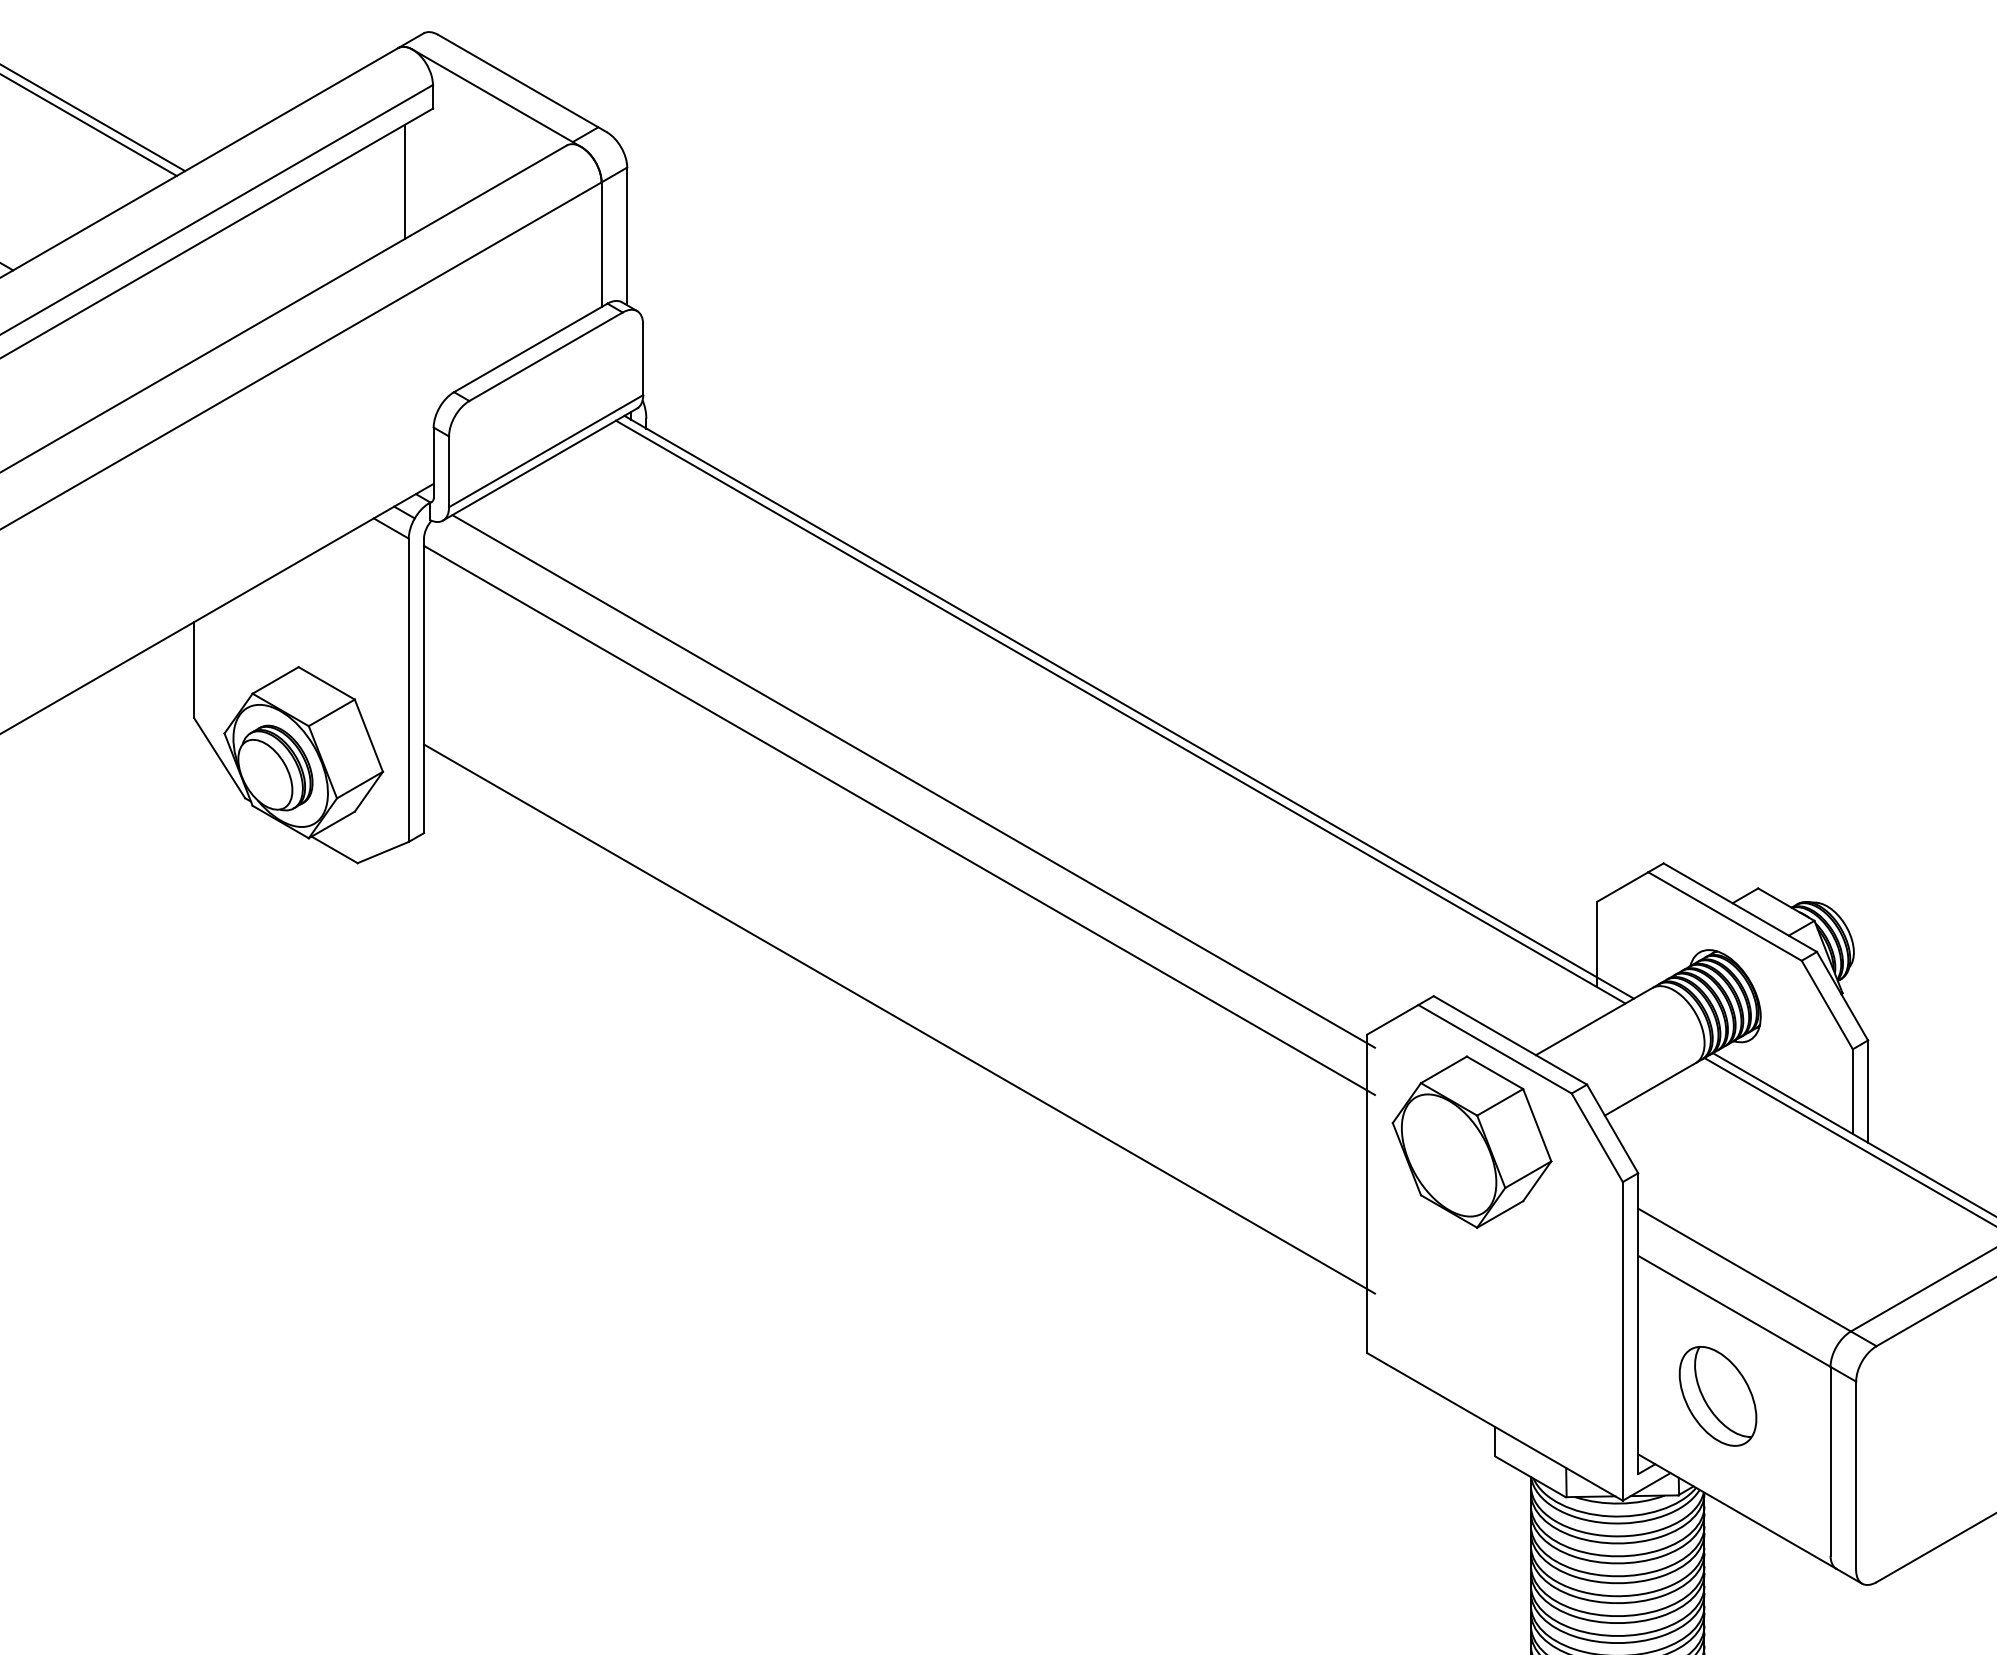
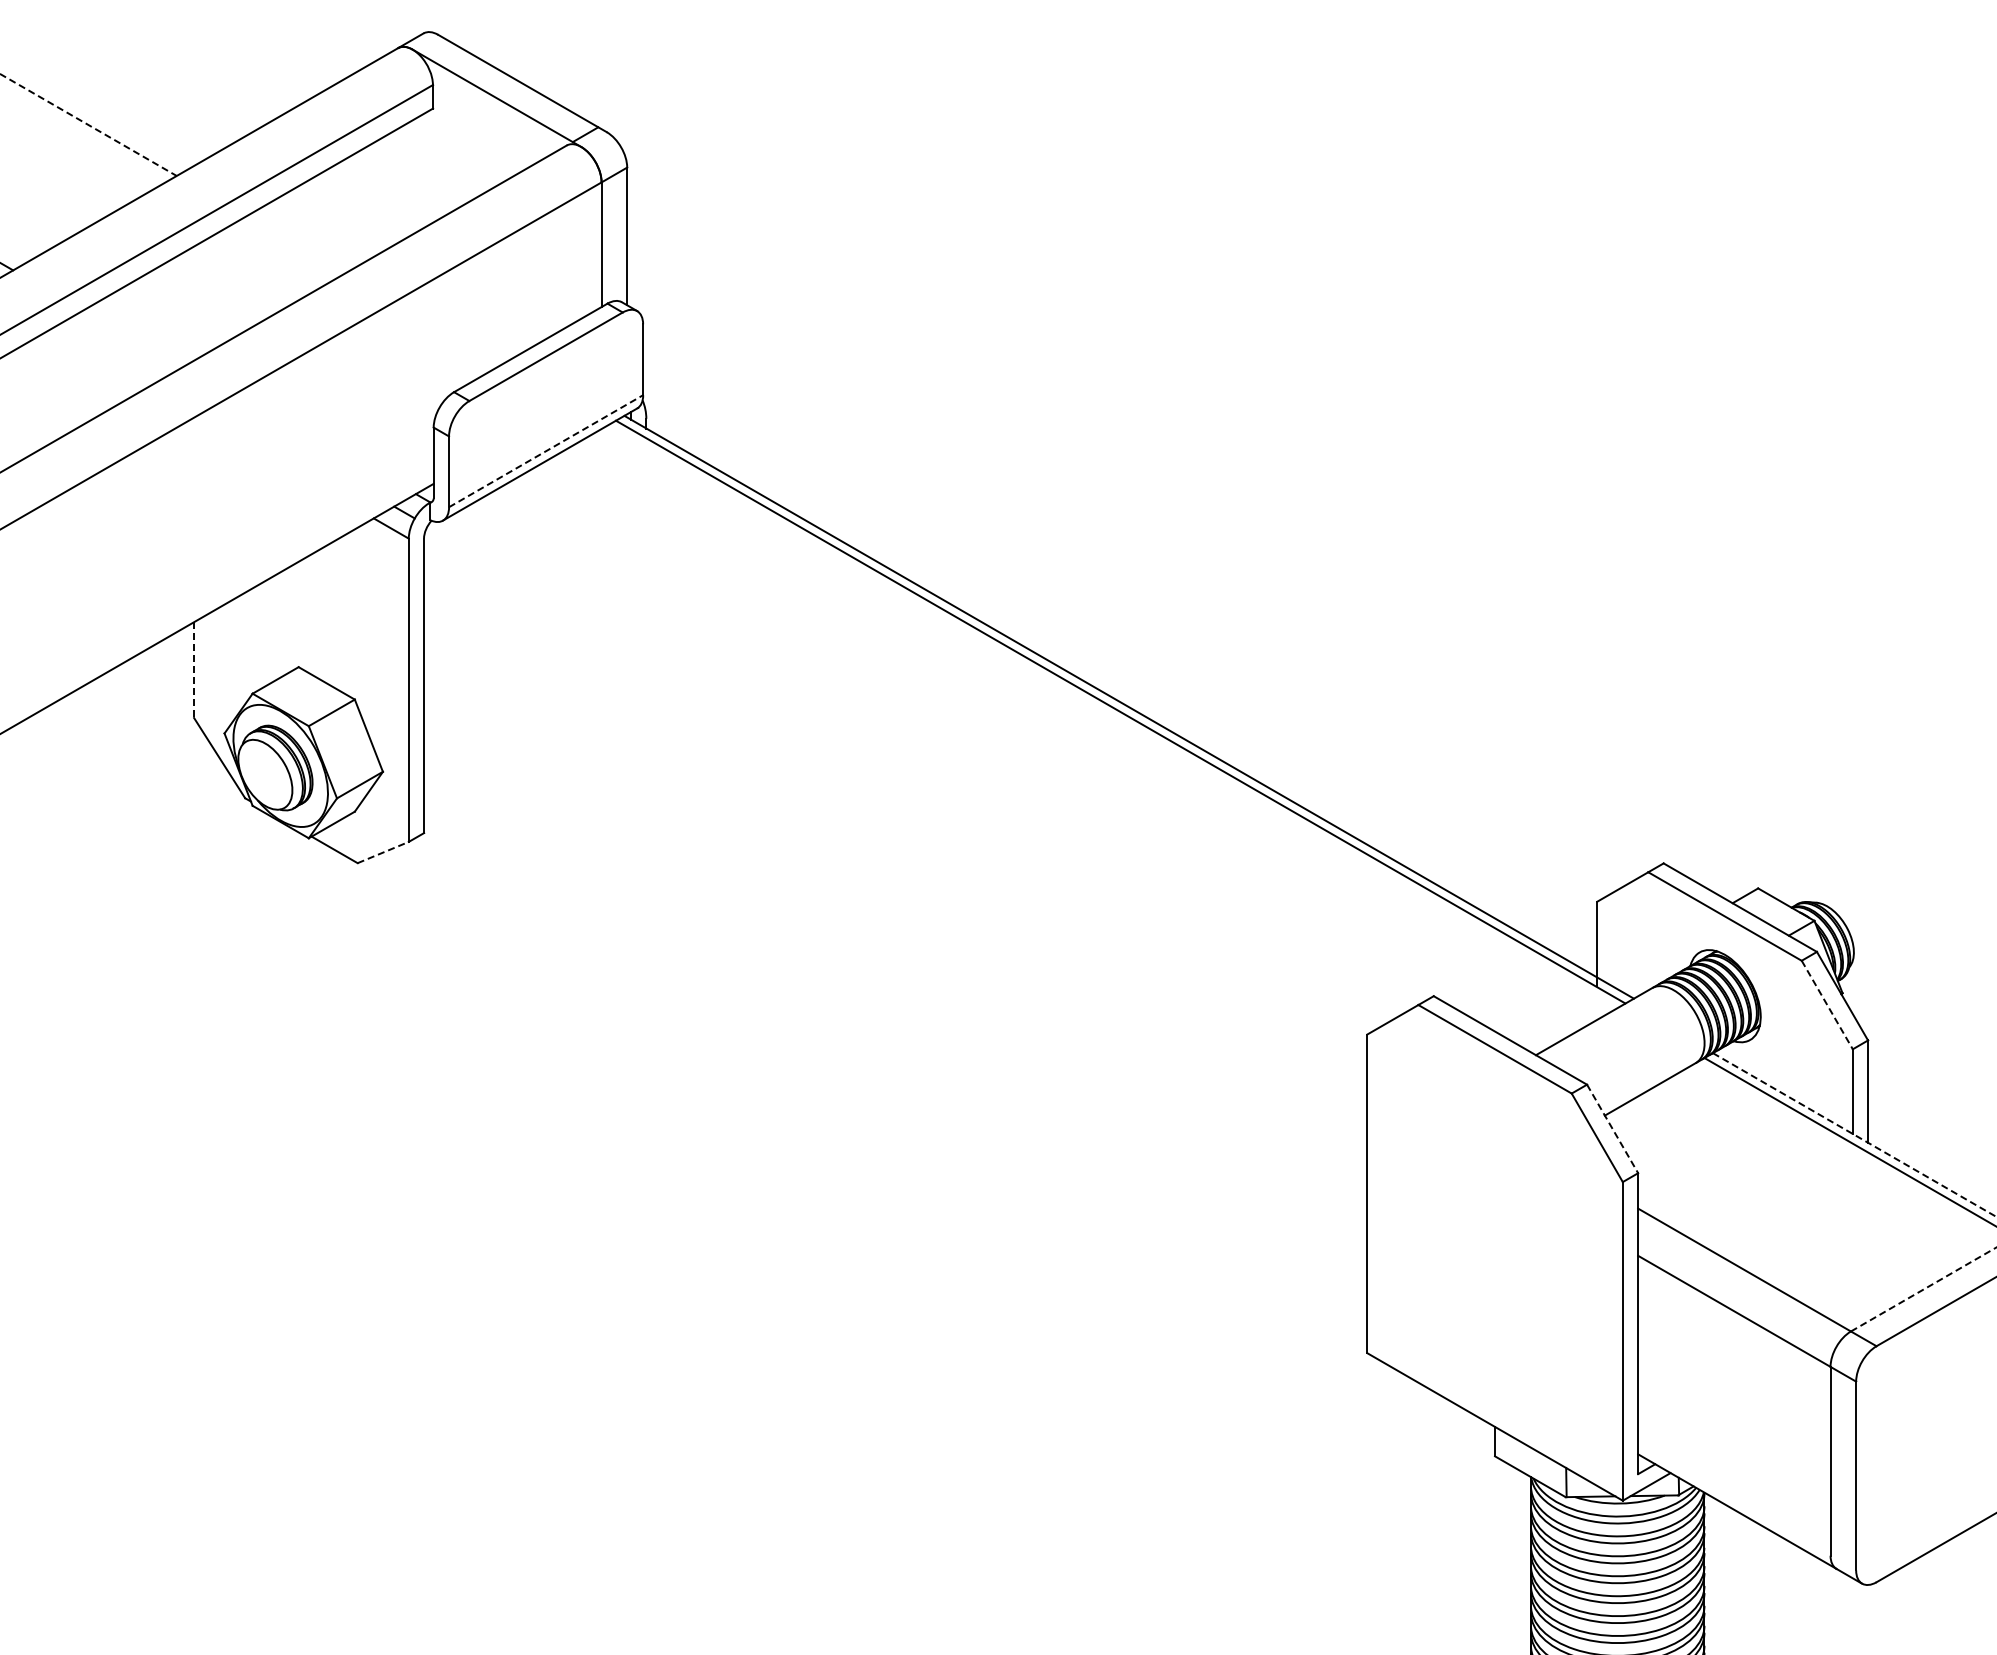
line at (93, 118): present -> none
line at (88, 124): solid -> dashed
line at (404, 181): present -> none
line at (546, 450): solid -> dashed
line at (194, 670): solid -> dashed
line at (913, 781): present -> none
line at (899, 819): present -> none
line at (383, 852): solid -> dashed
line at (1827, 1005): solid -> dashed
line at (899, 1018): present -> none
line at (1612, 1129): solid -> dashed
line at (1854, 1135): solid -> dashed
part at (1471, 1141): present -> none
line at (1923, 1289): solid -> dashed
part at (1717, 1396): present -> none
